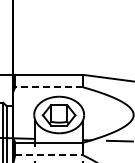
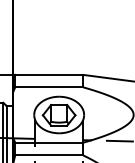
line at (48, 87): dashed -> solid
line at (49, 155): dashed -> solid
